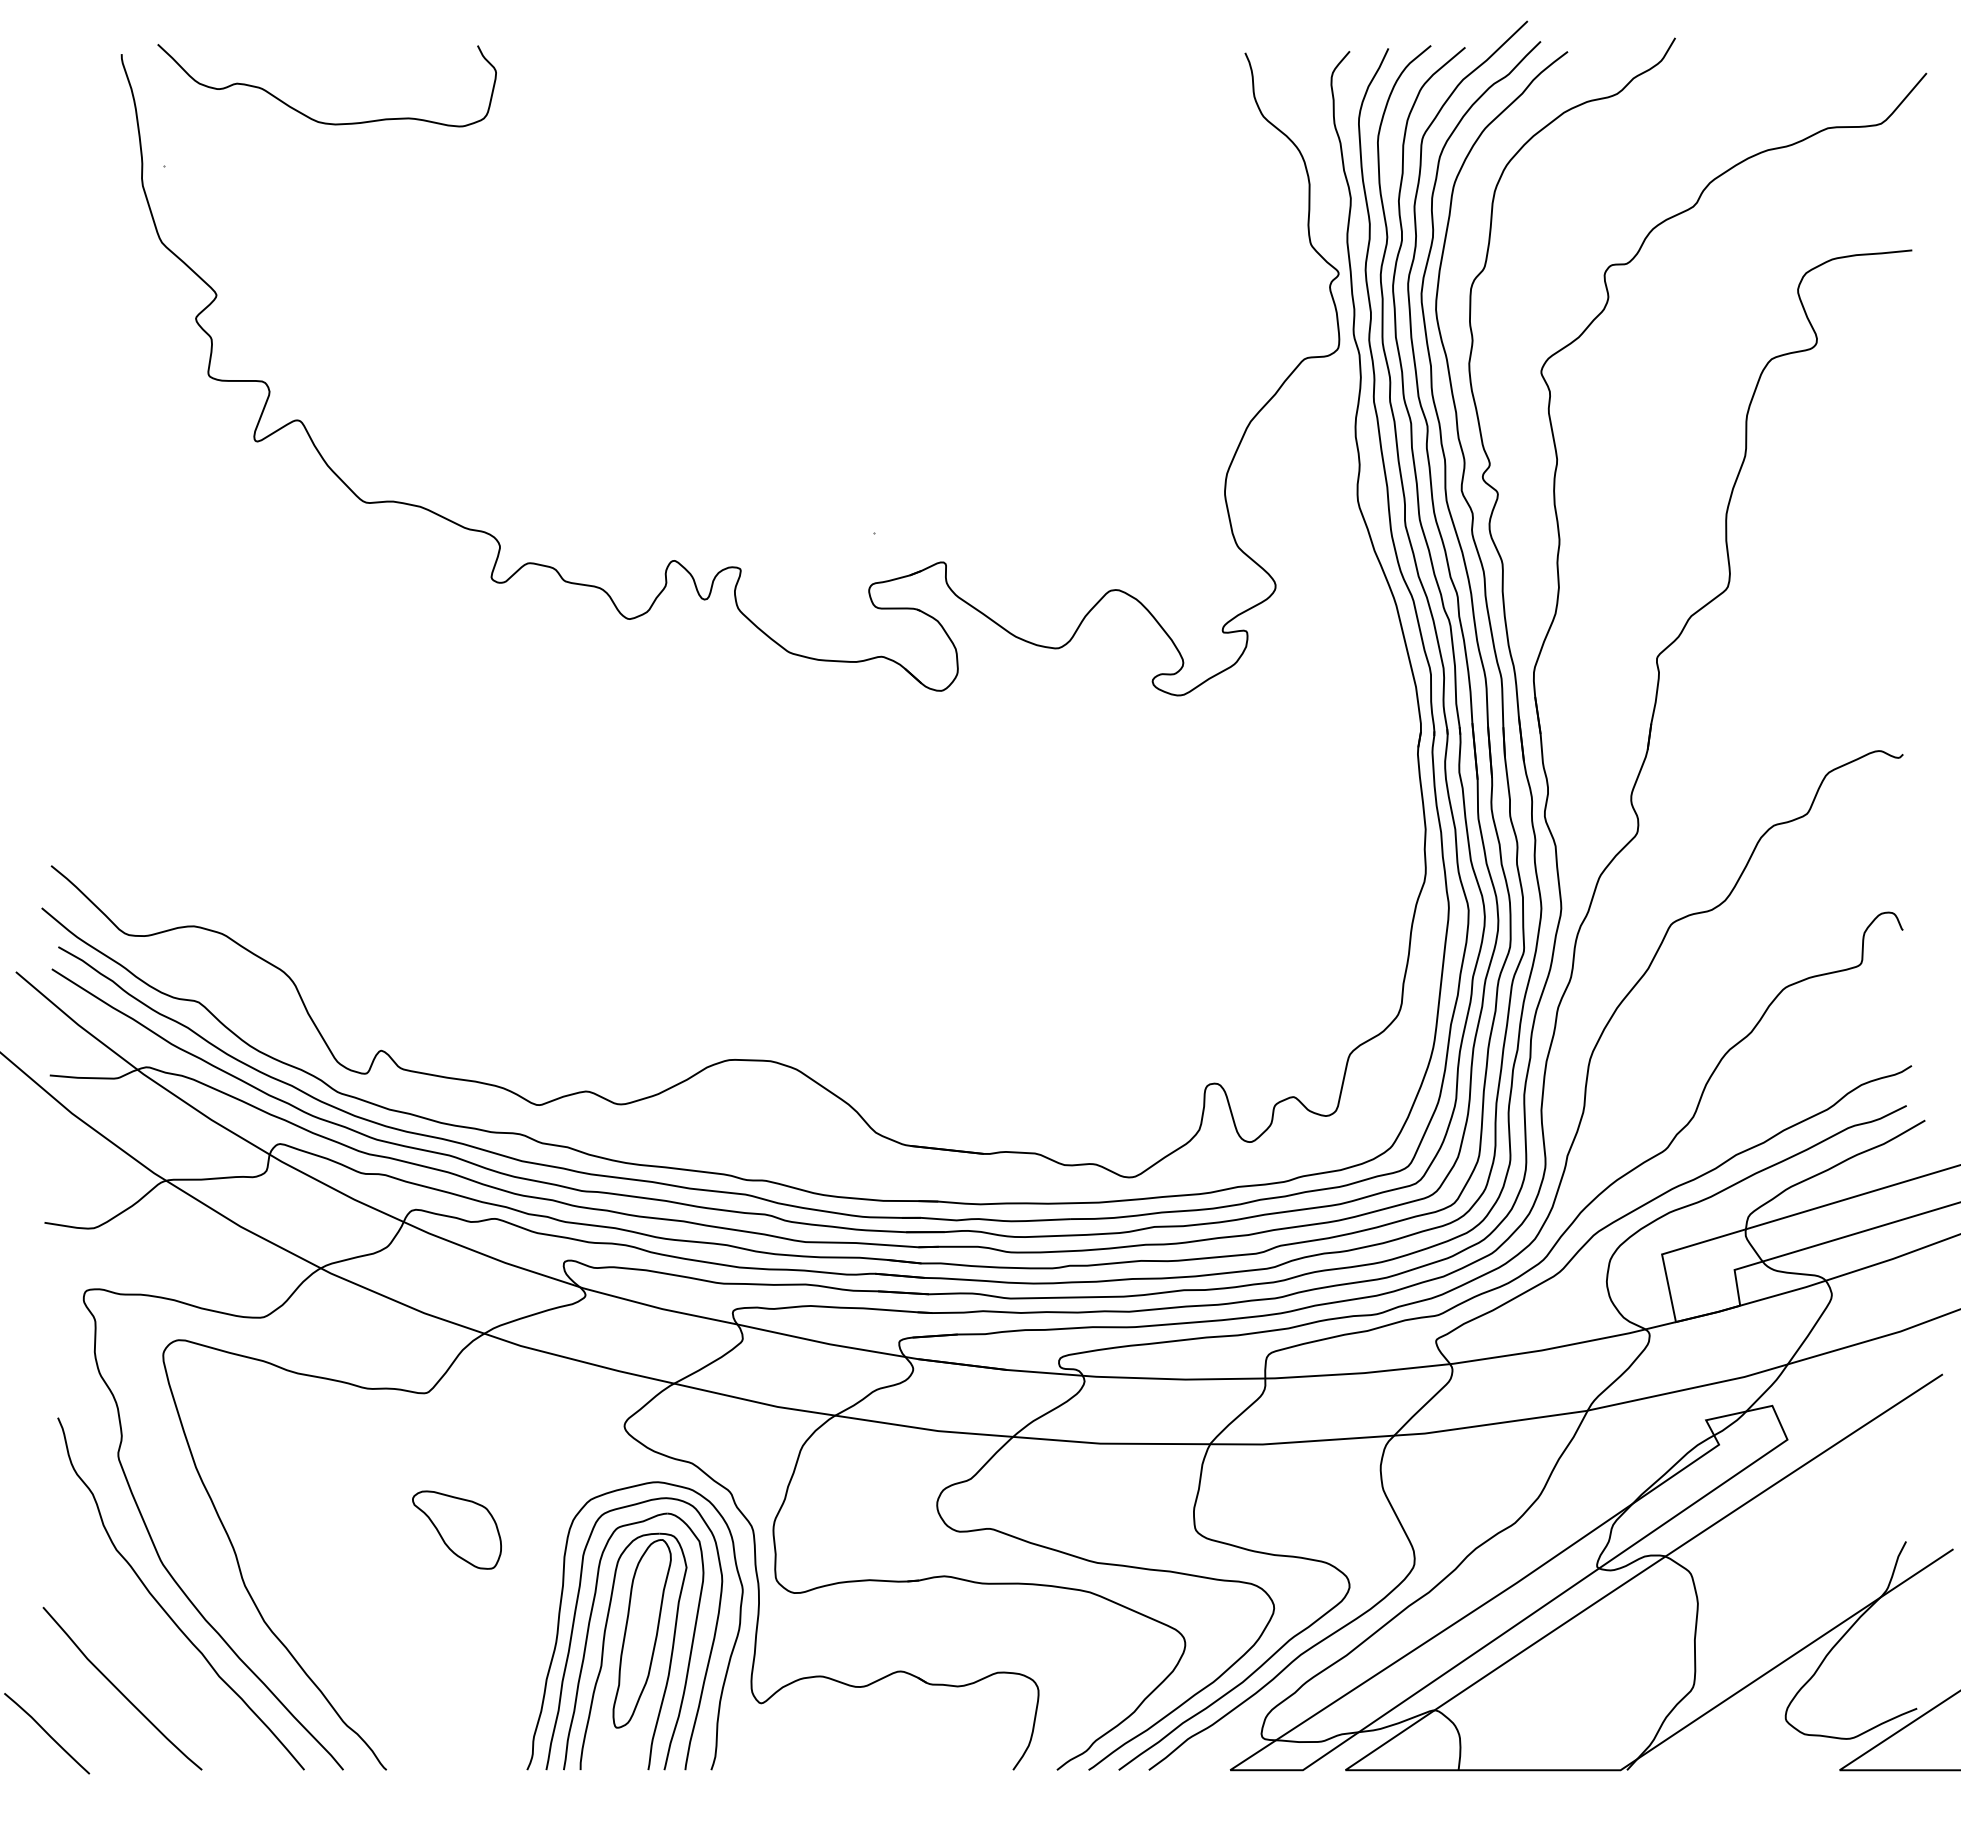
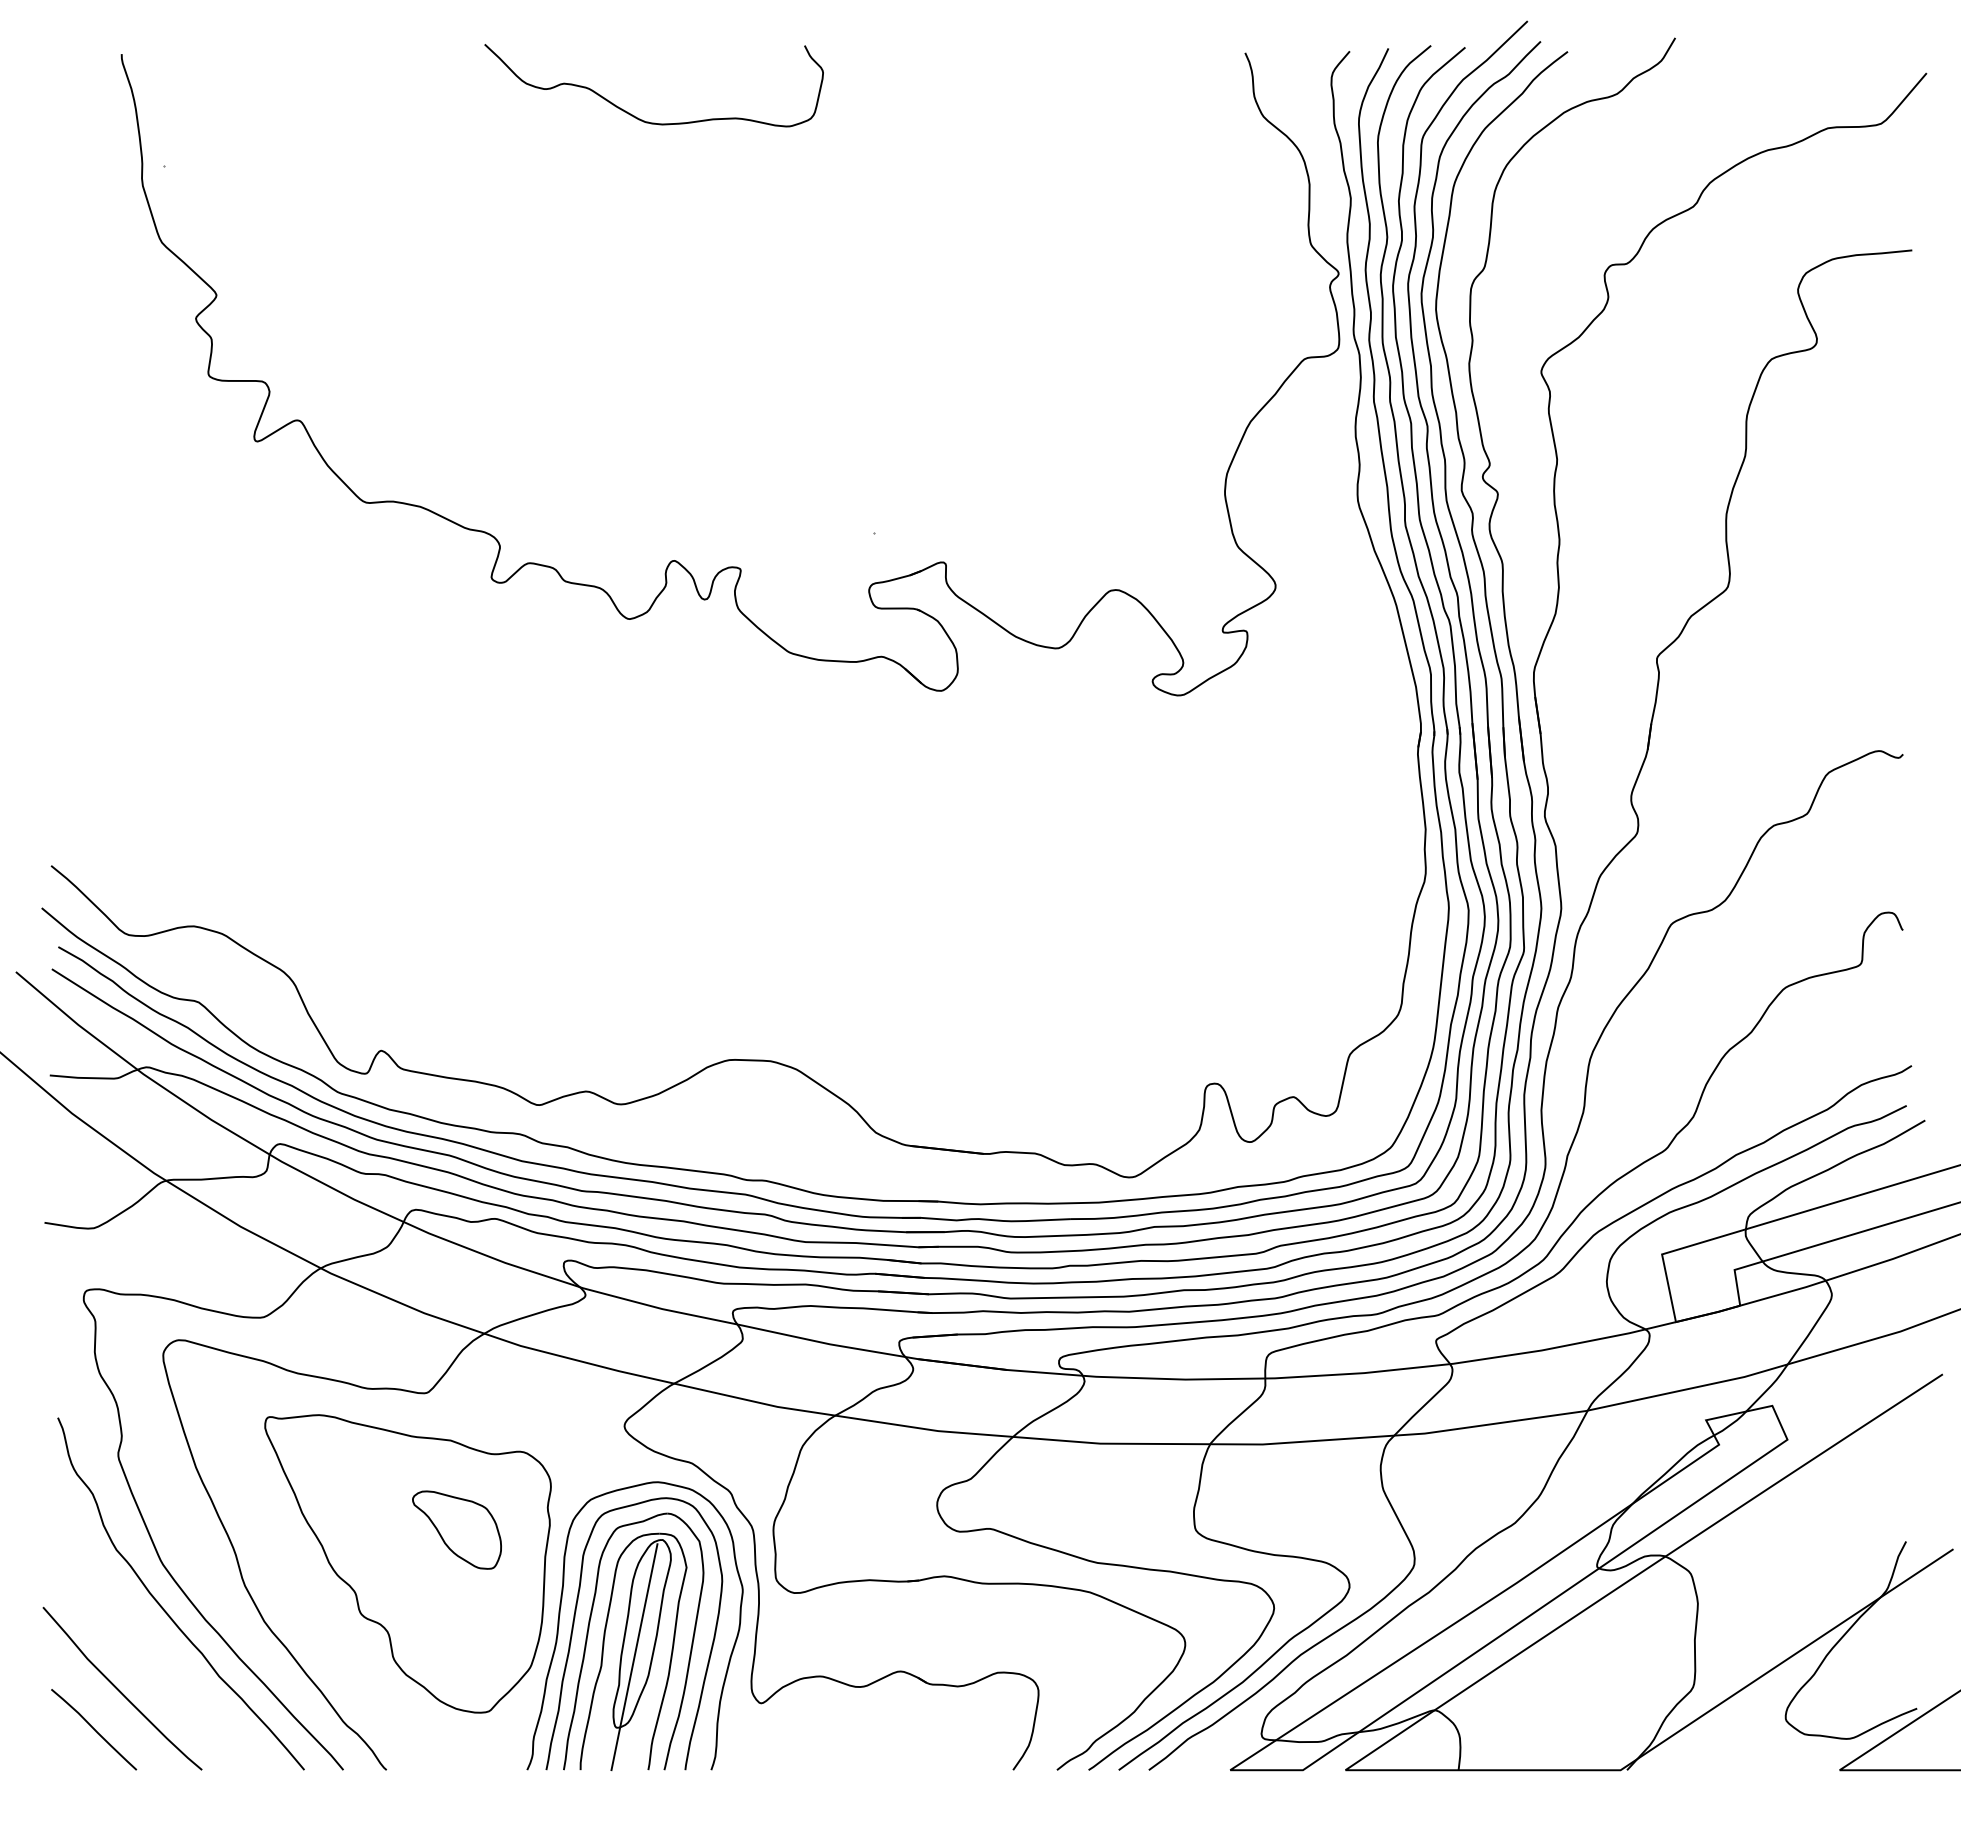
curve at (309, 116) position: (309, 116) -> (636, 116)
part at (407, 1563): none -> present
line at (634, 1657): none -> present
curve at (47, 1733) position: (47, 1733) -> (94, 1729)
